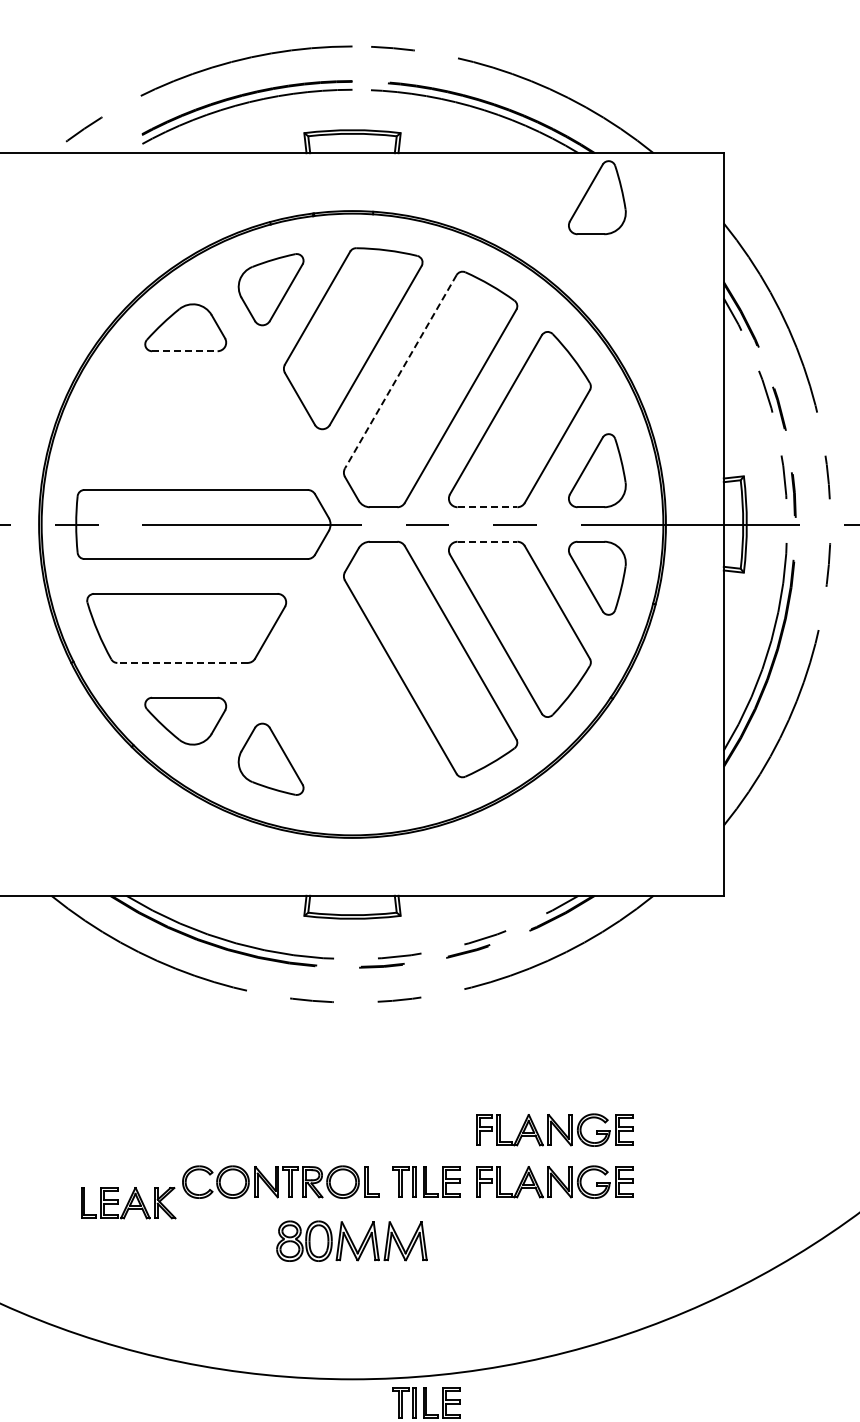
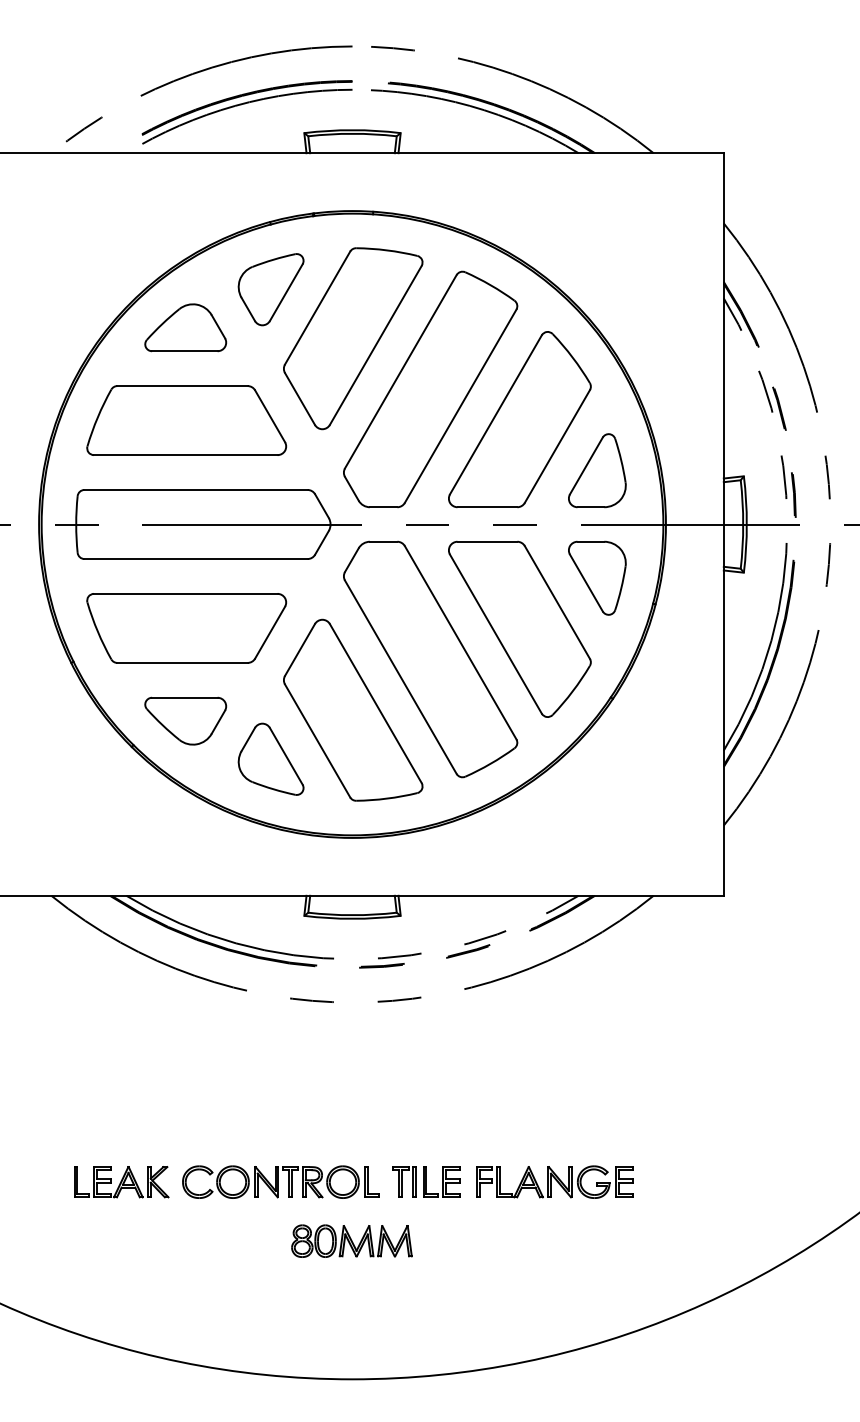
part at (597, 197): present -> none
line at (184, 351): dashed -> solid
line at (400, 371): dashed -> solid
part at (186, 420): none -> present
line at (487, 507): dashed -> solid
line at (487, 541): dashed -> solid
line at (182, 662): dashed -> solid
part at (353, 709): none -> present
part at (554, 1129): present -> none
part at (128, 1203) position: (128, 1203) -> (121, 1182)
part at (351, 1240) size: 152x42 px -> 122x34 px
part at (426, 1402): present -> none
